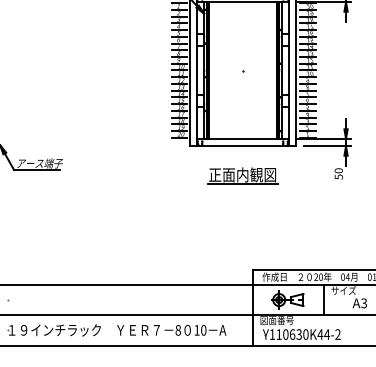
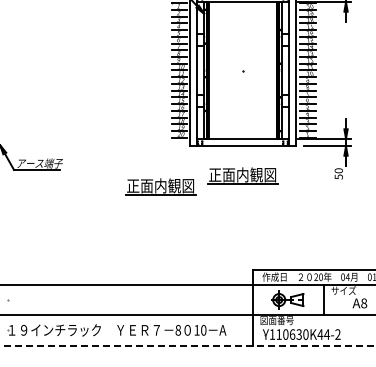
part at (160, 186): none -> present
text at (364, 302): A3 -> A8
line at (188, 345): solid -> dashed
